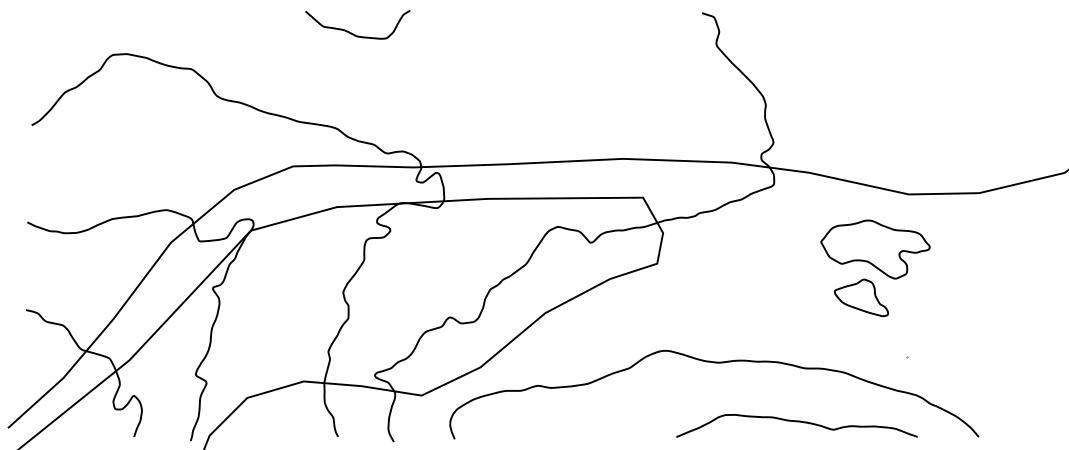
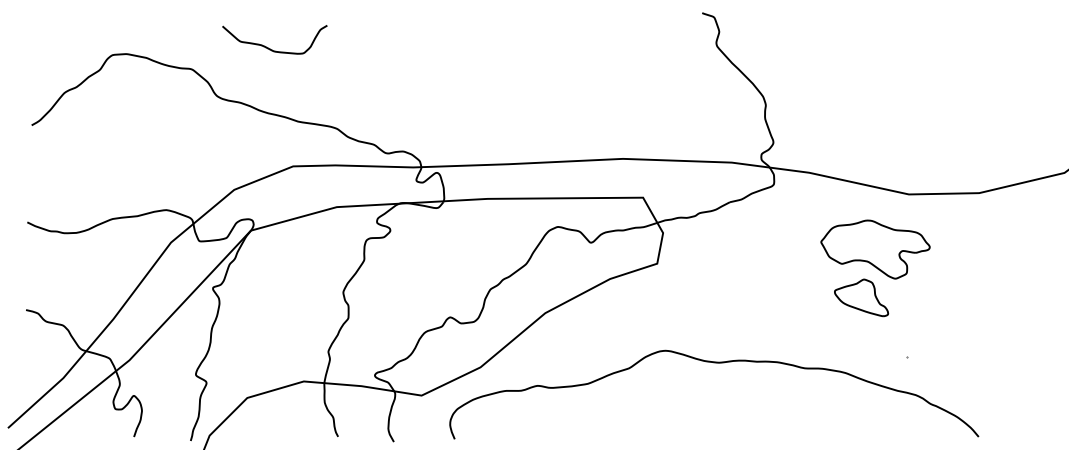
curve at (353, 33) position: (353, 33) -> (270, 48)
curve at (796, 422): present -> none
